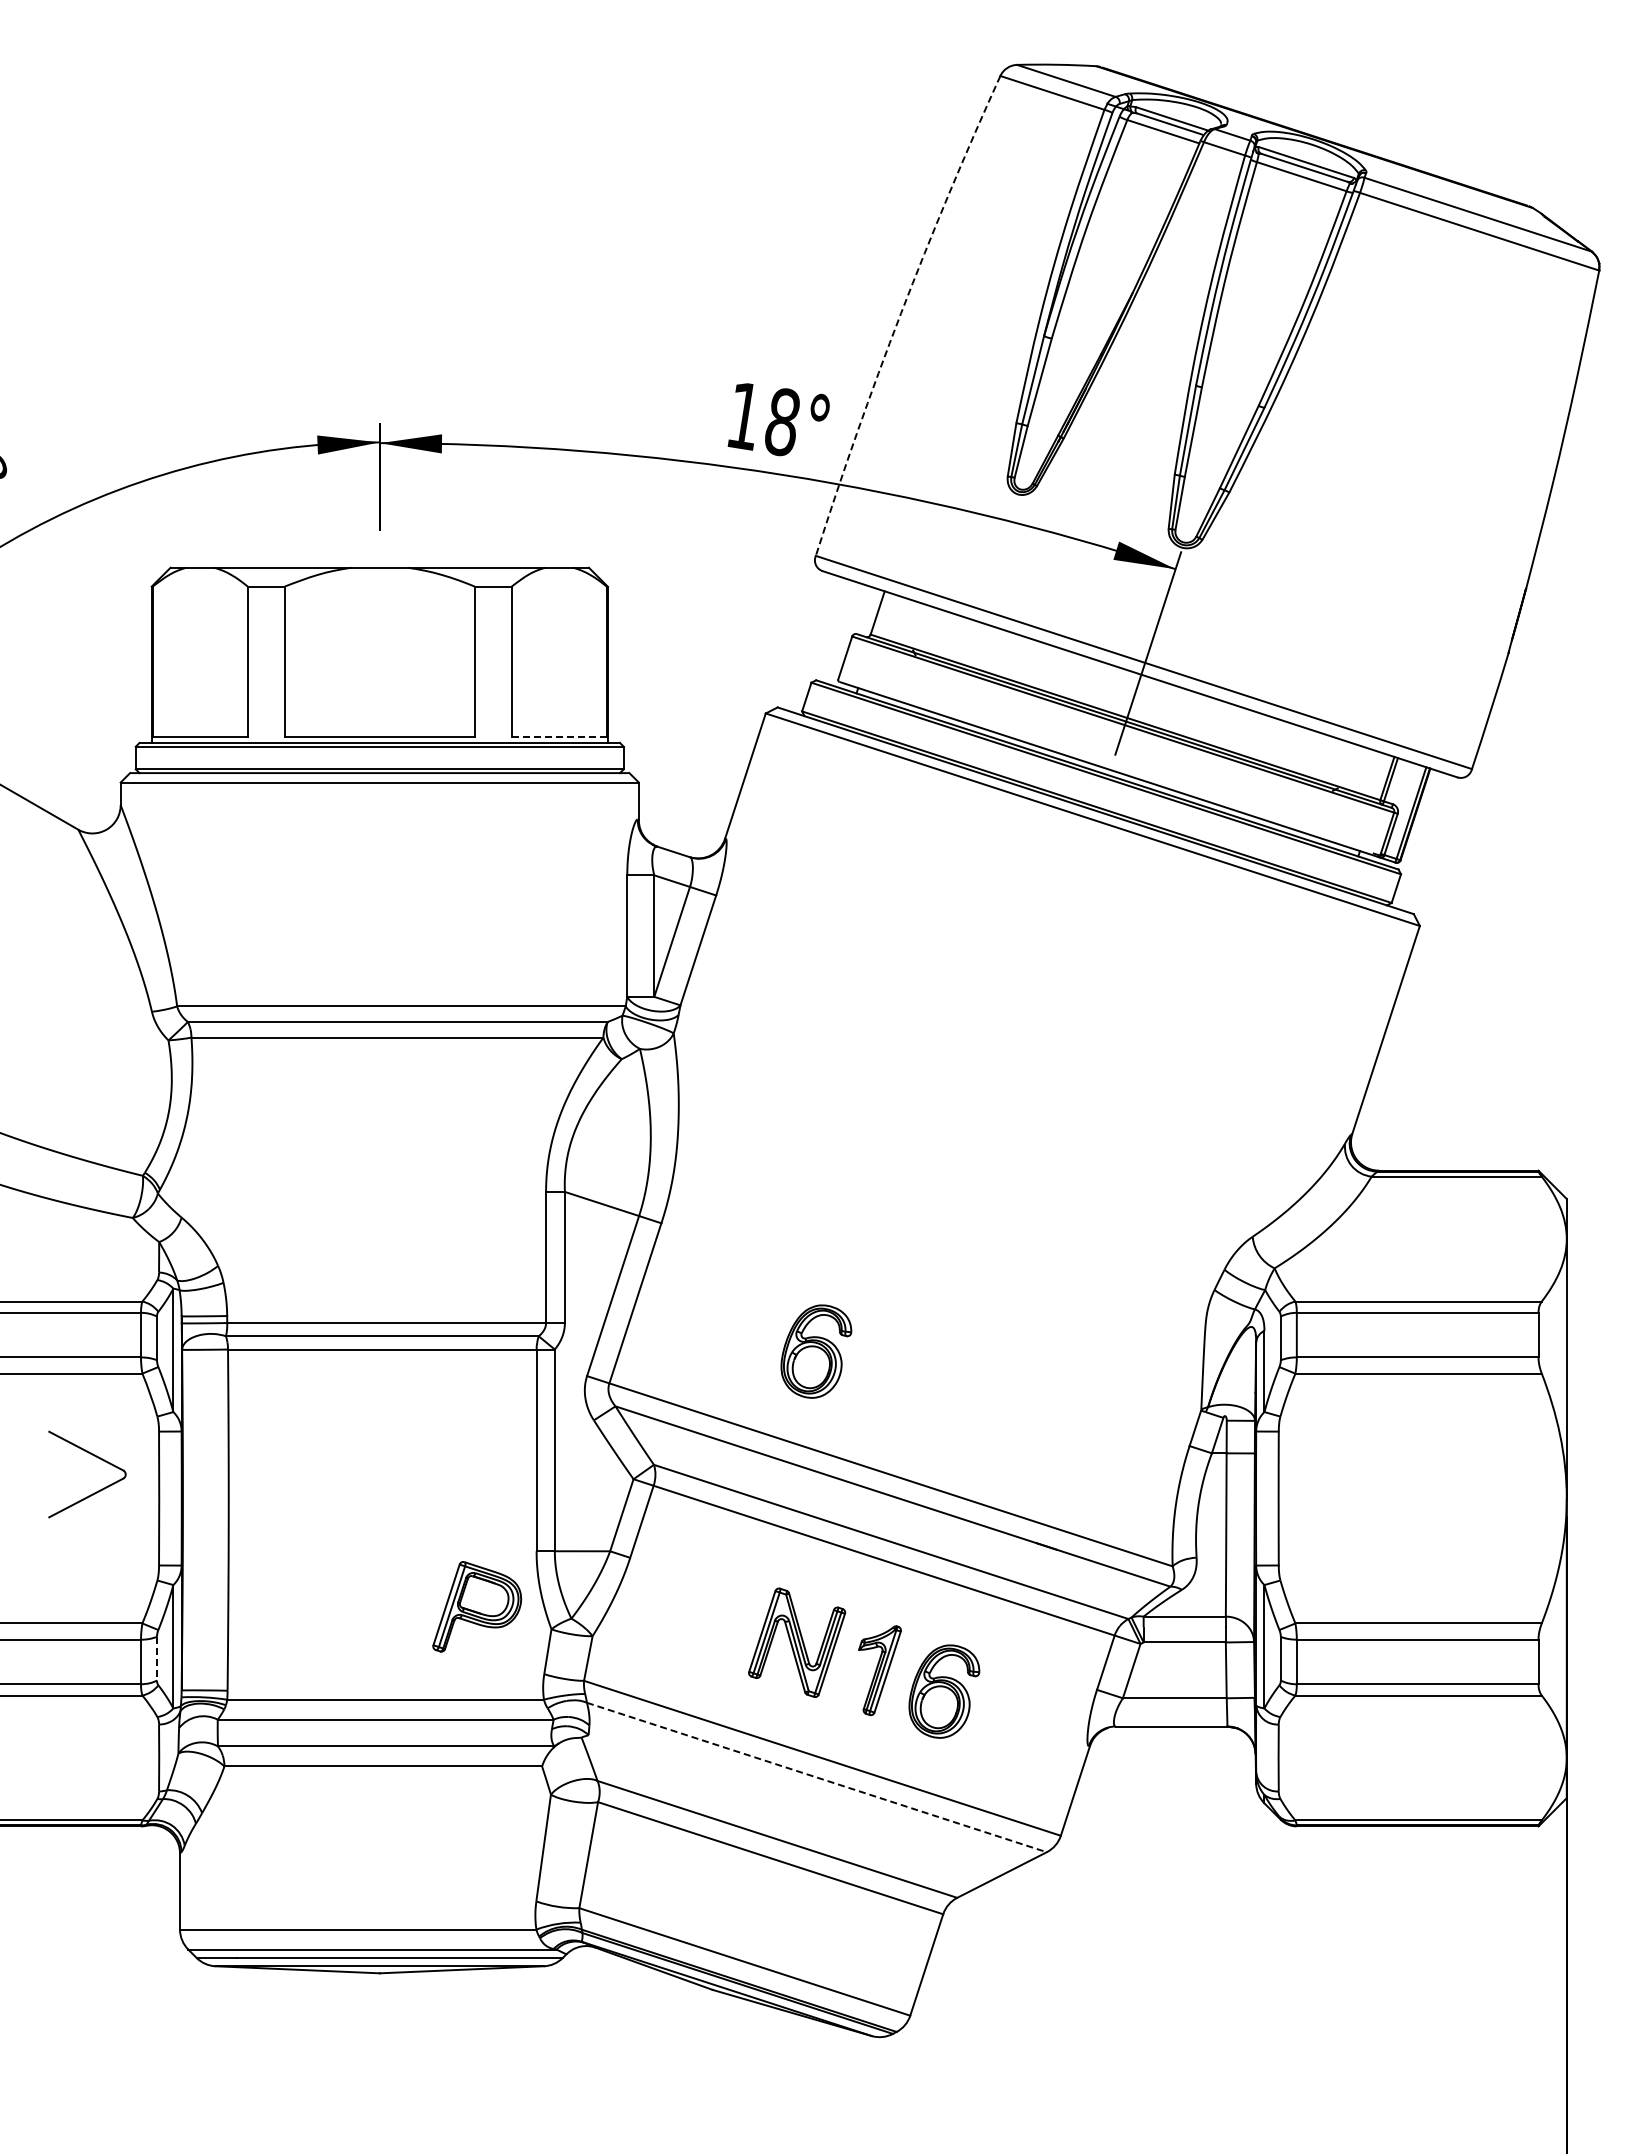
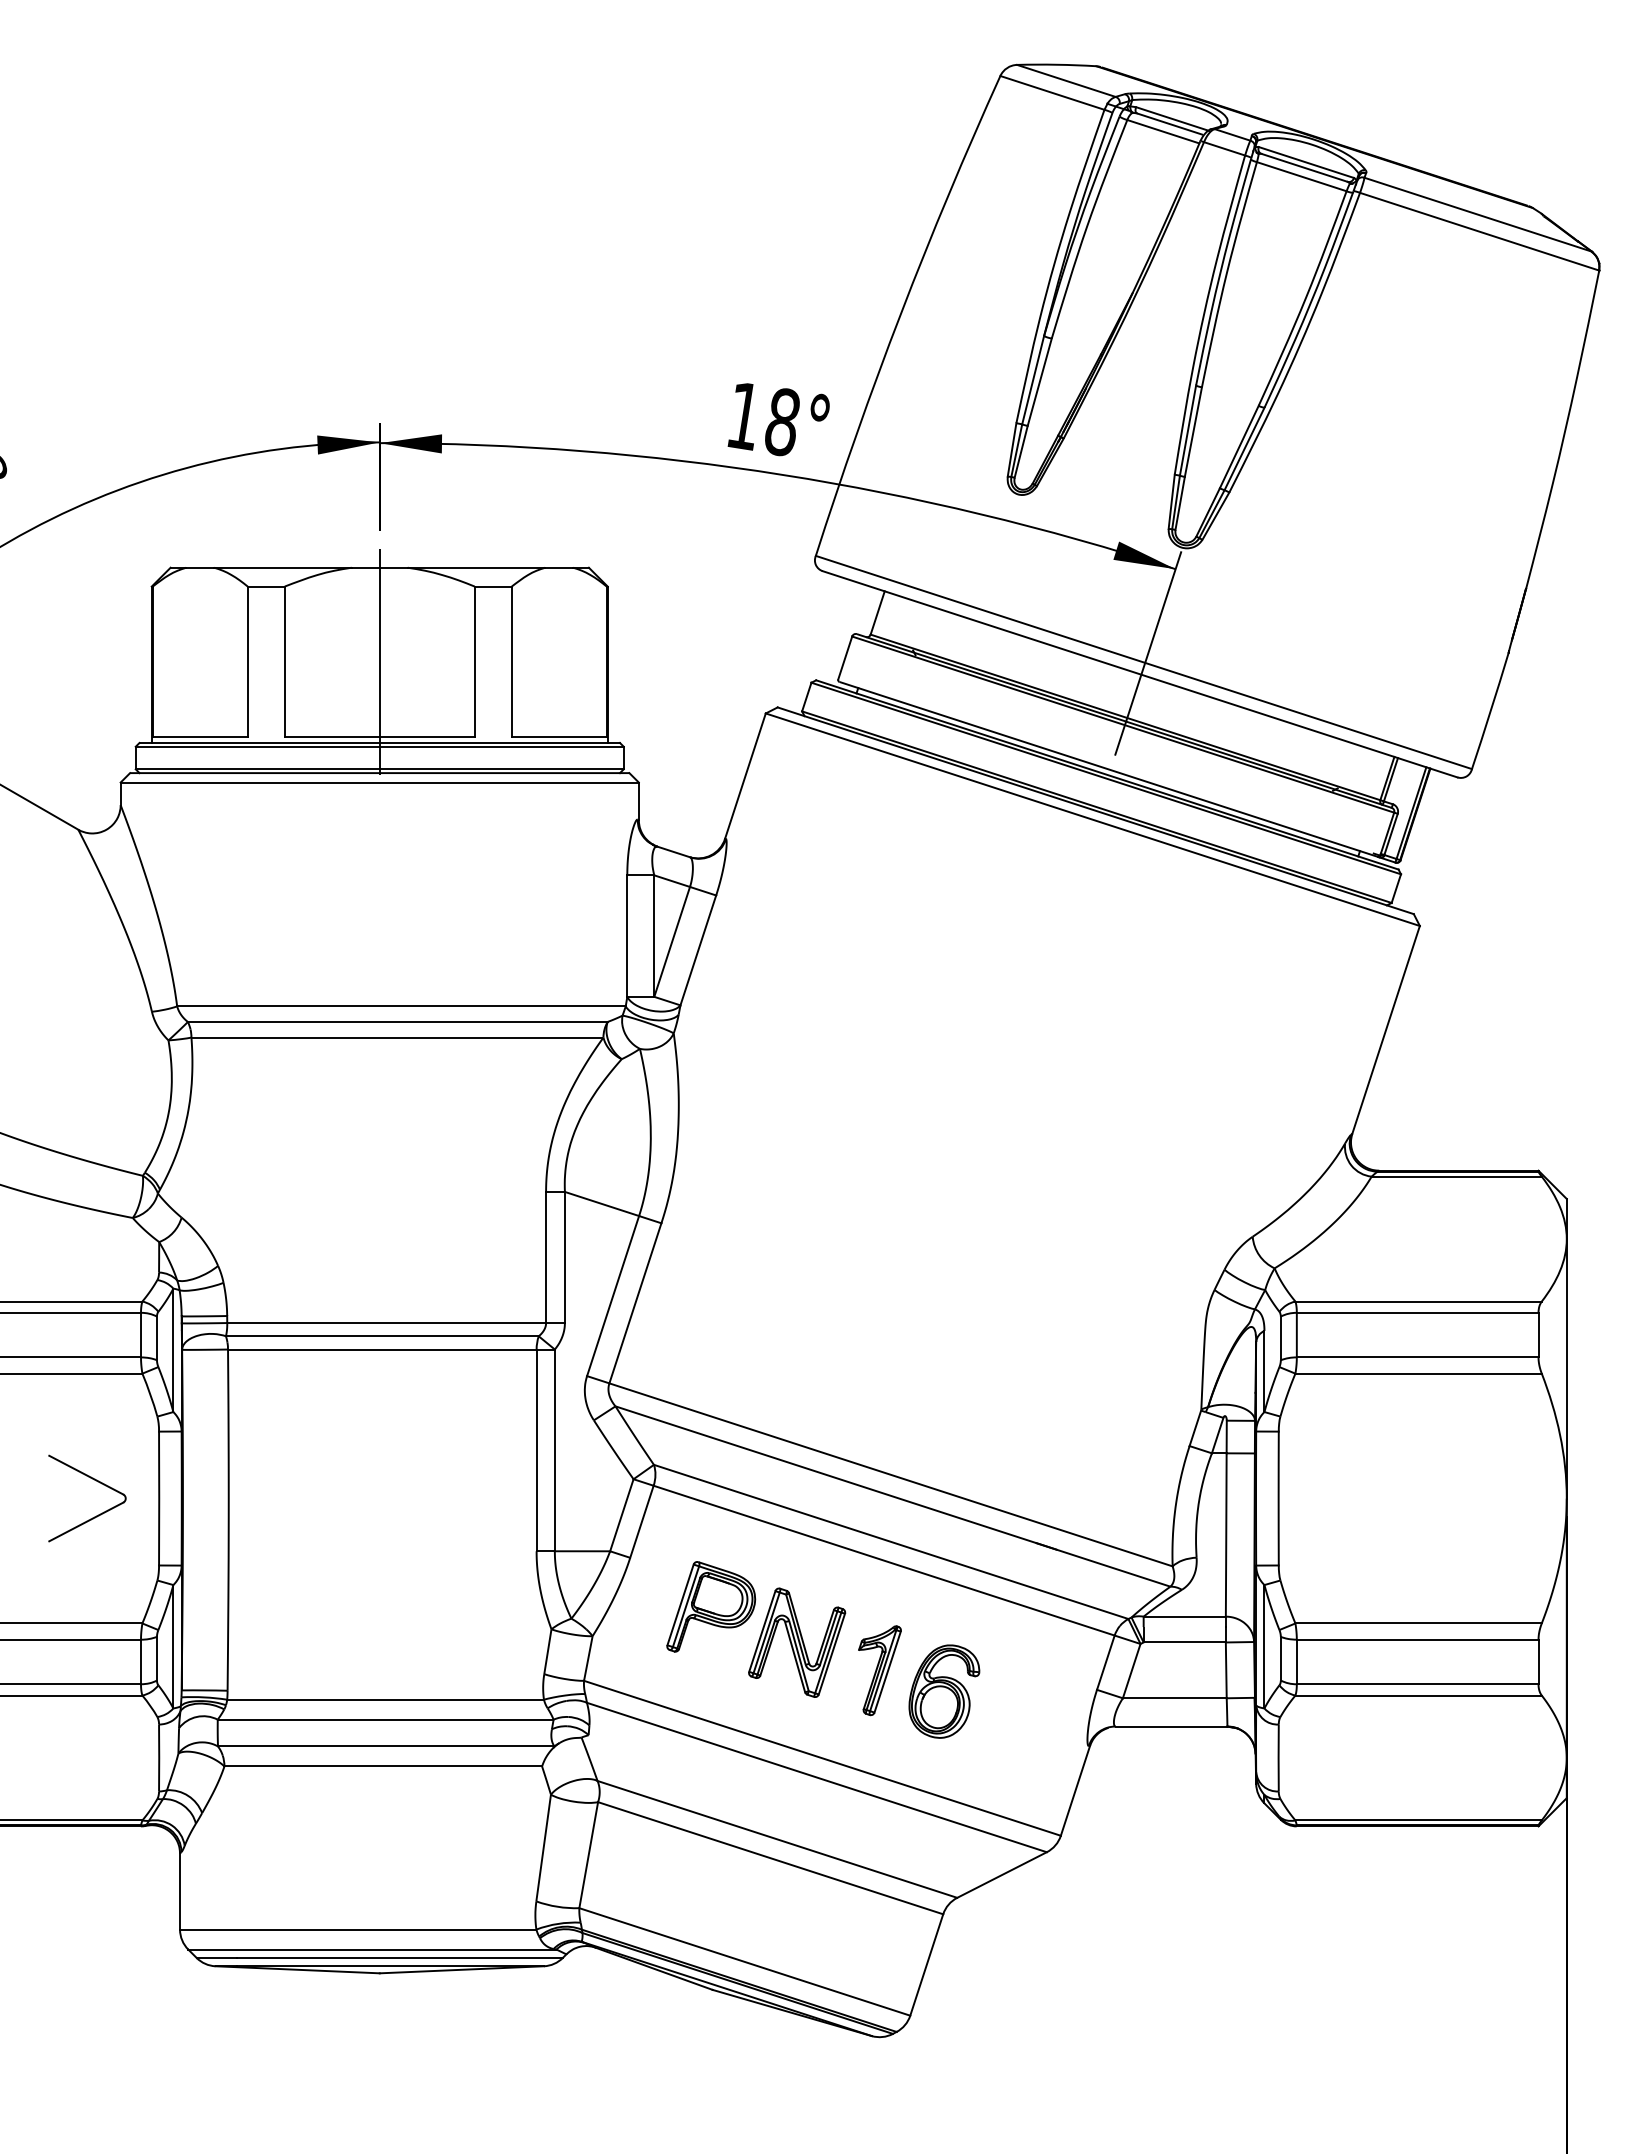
arc at (901, 313): dashed -> solid
line at (379, 661): none -> present
line at (558, 737): dashed -> solid
part at (816, 1351): present -> none
part at (99, 1459) position: (99, 1459) -> (99, 1483)
part at (477, 1606) position: (477, 1606) -> (711, 1606)
line at (156, 1658): dashed -> solid
line at (816, 1777): dashed -> solid
